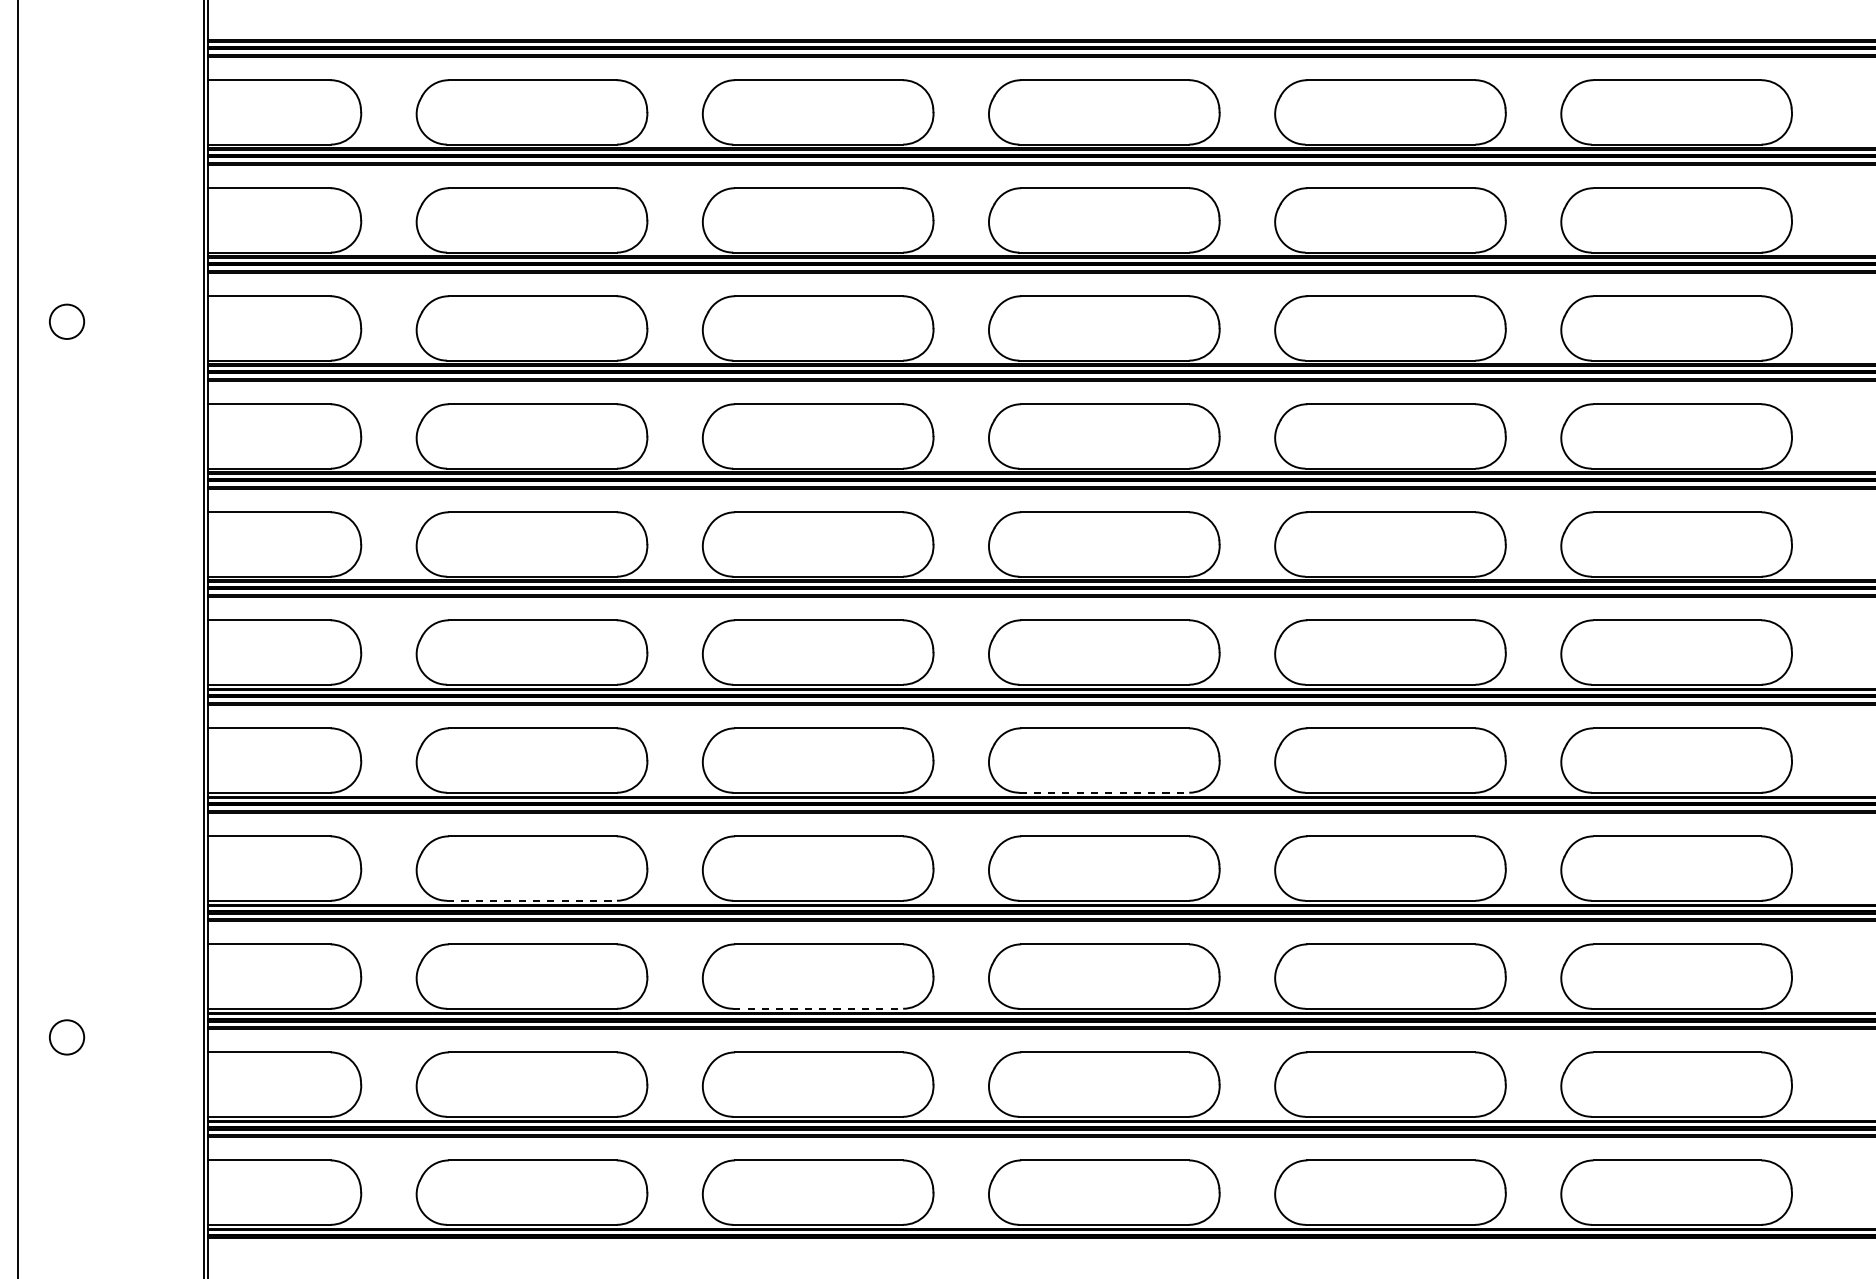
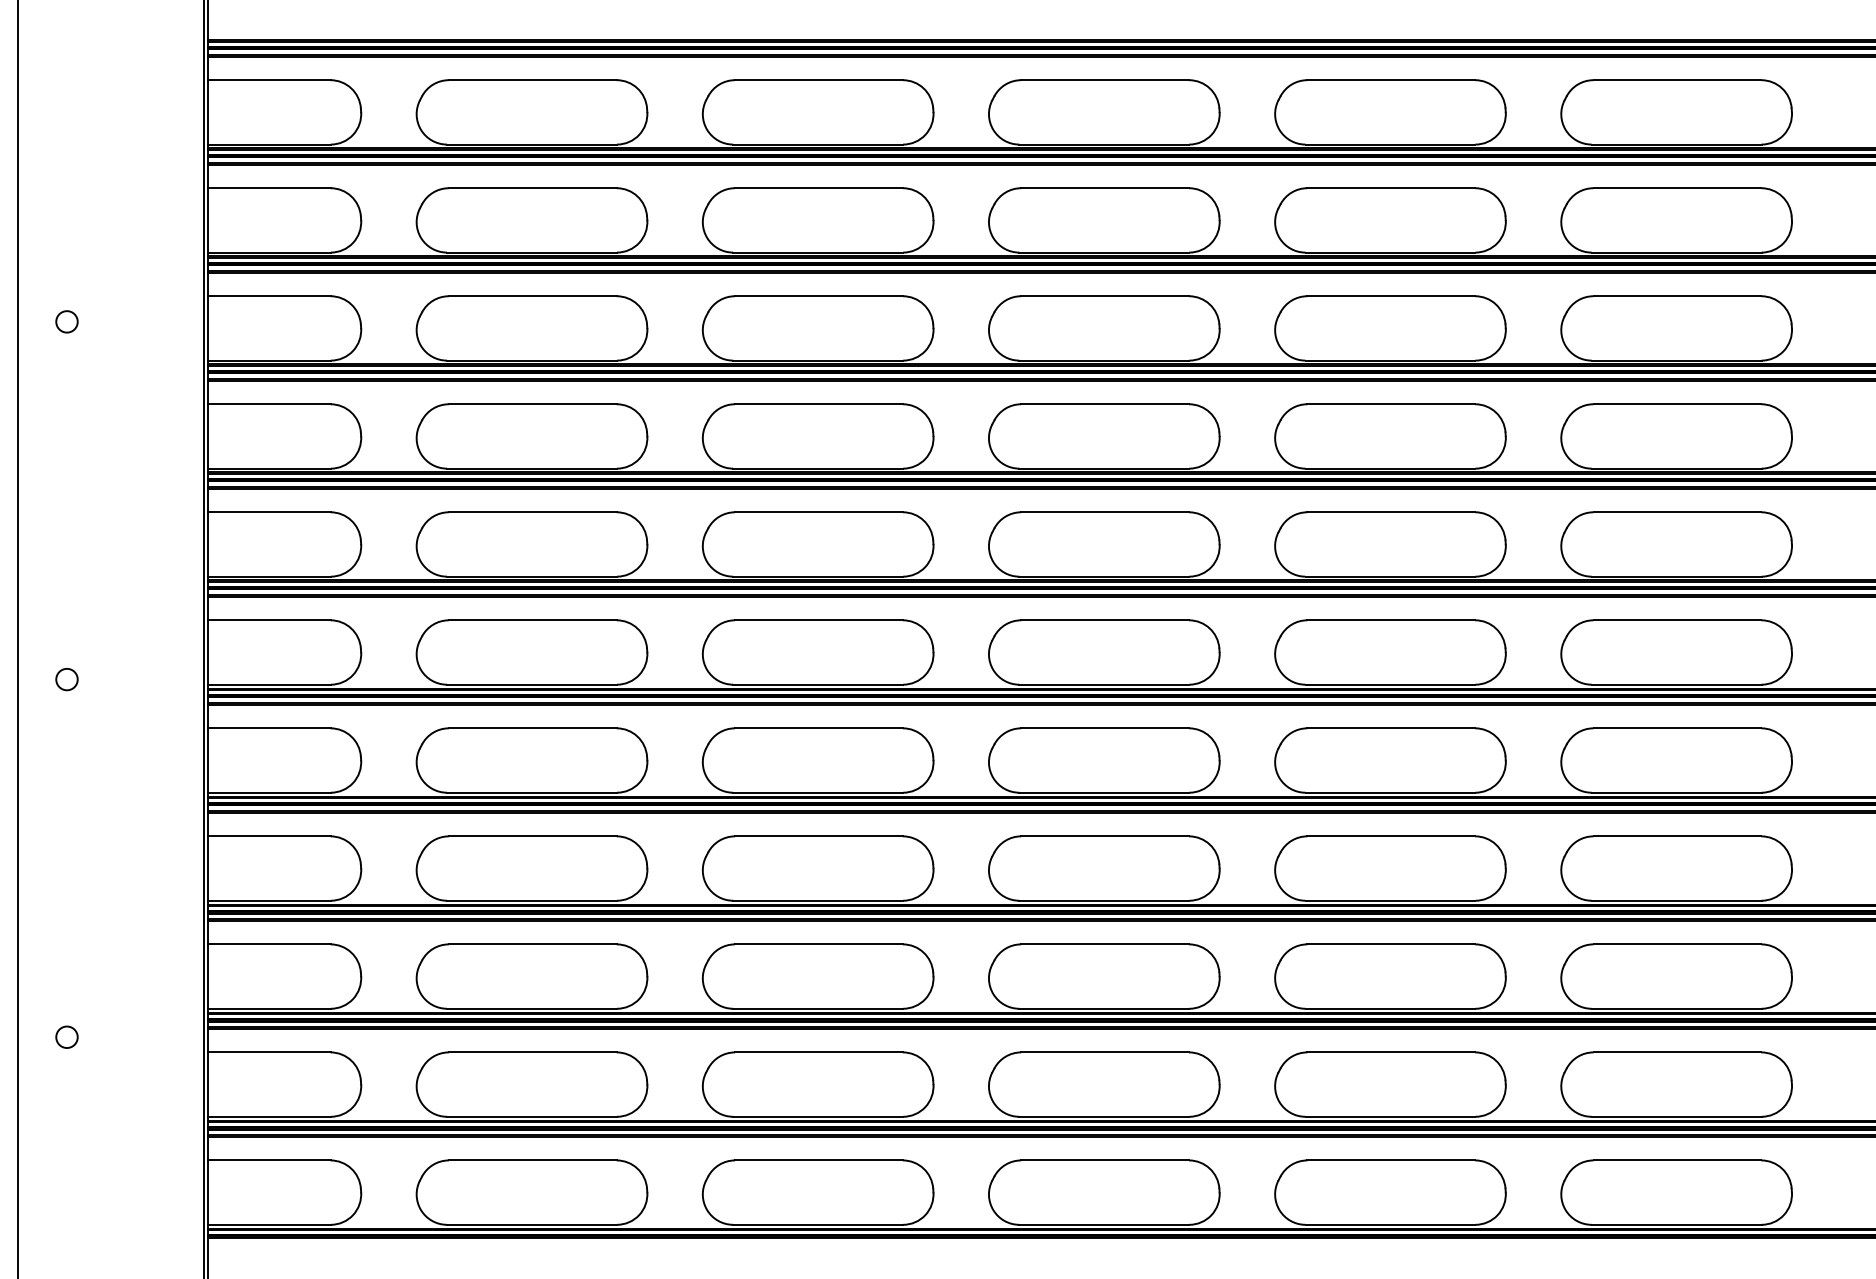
circle at (67, 321) size: 37x37 px -> 24x24 px
circle at (66, 679): none -> present
line at (1104, 792): dashed -> solid
line at (532, 900): dashed -> solid
line at (818, 1008): dashed -> solid
circle at (67, 1037) size: 37x37 px -> 24x24 px
